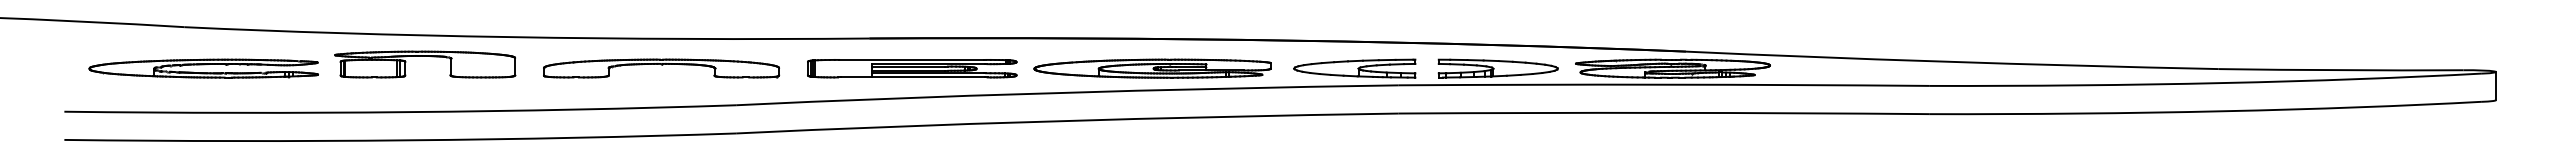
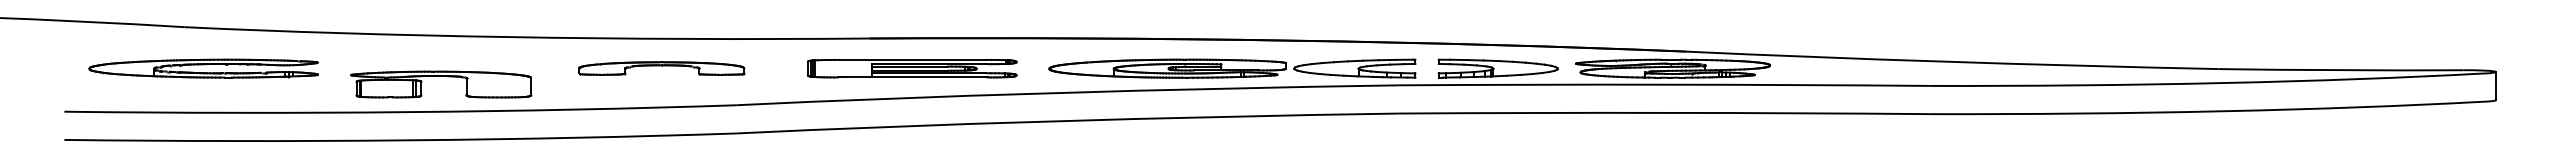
part at (425, 56) position: (425, 56) -> (441, 76)
part at (661, 68) size: 238x21 px -> 168x15 px
part at (1152, 68) position: (1152, 68) -> (1167, 68)
